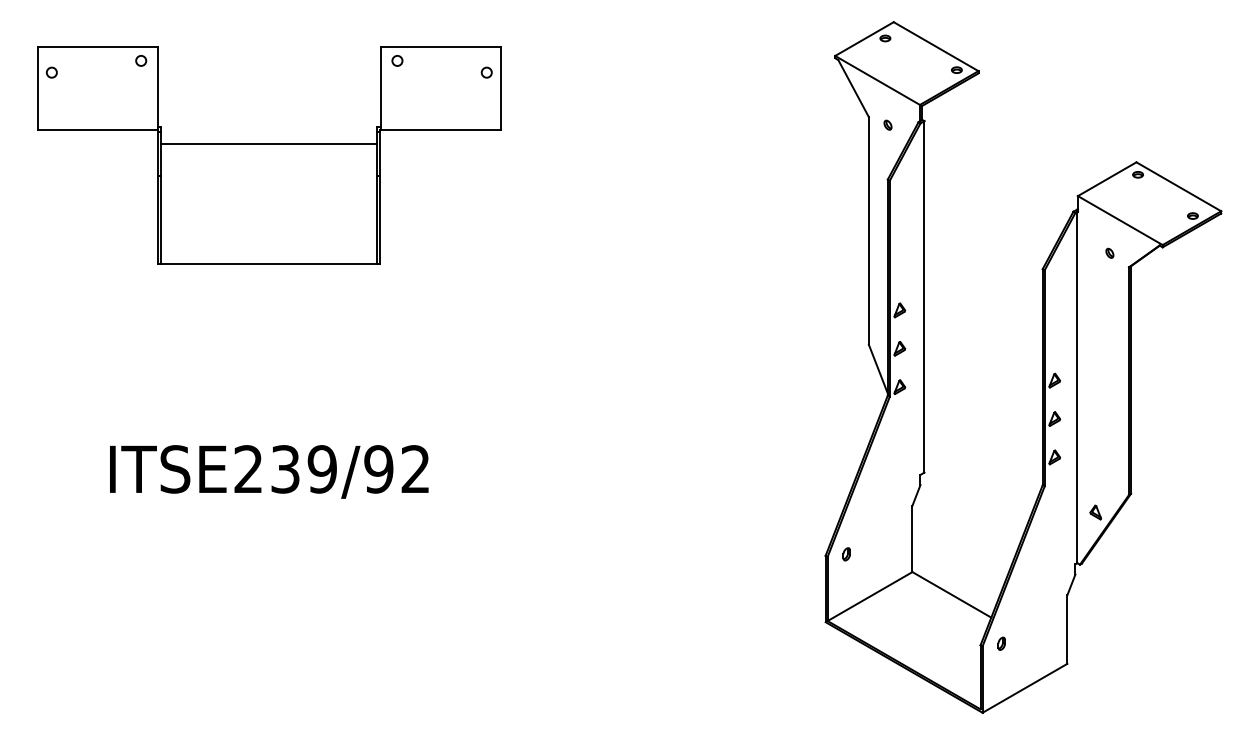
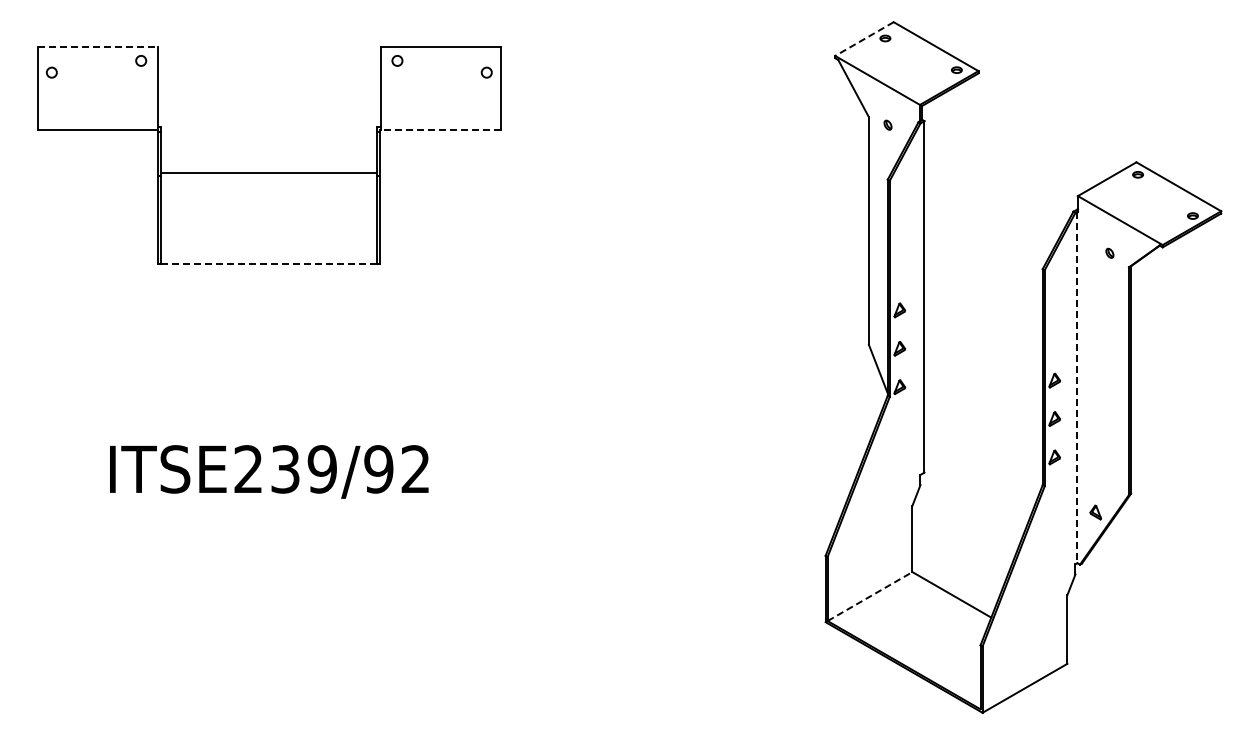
line at (864, 39): solid -> dashed
line at (97, 46): solid -> dashed
line at (440, 129): solid -> dashed
line at (269, 143) position: (269, 143) -> (269, 172)
line at (269, 263): solid -> dashed
line at (1077, 387): solid -> dashed
part at (846, 554): present -> none
line at (870, 596): solid -> dashed
part at (1001, 643): present -> none
